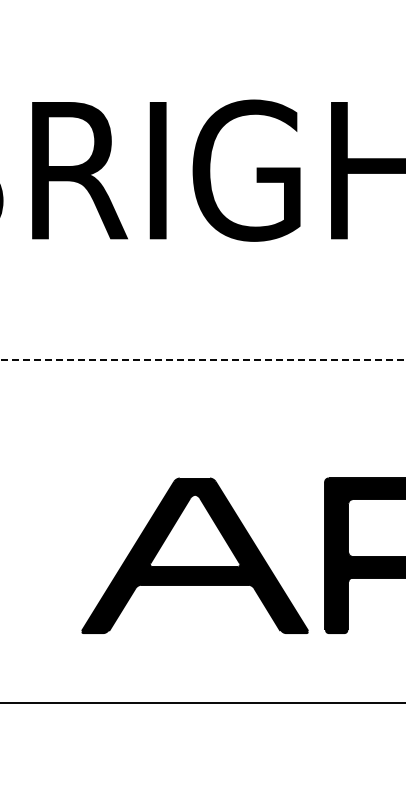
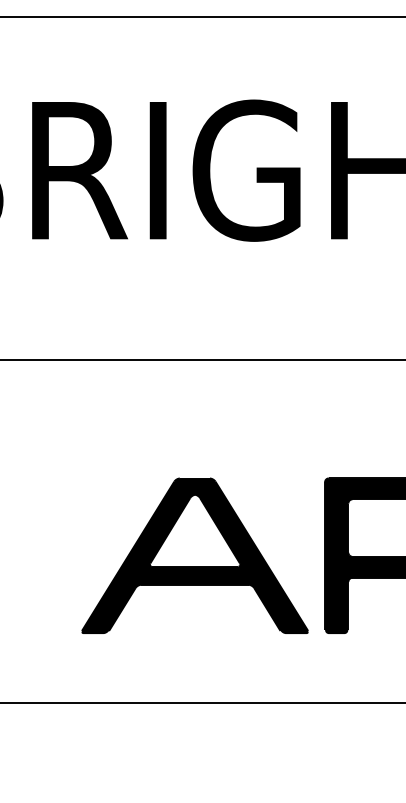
line at (202, 17): none -> present
line at (202, 360): dashed -> solid
